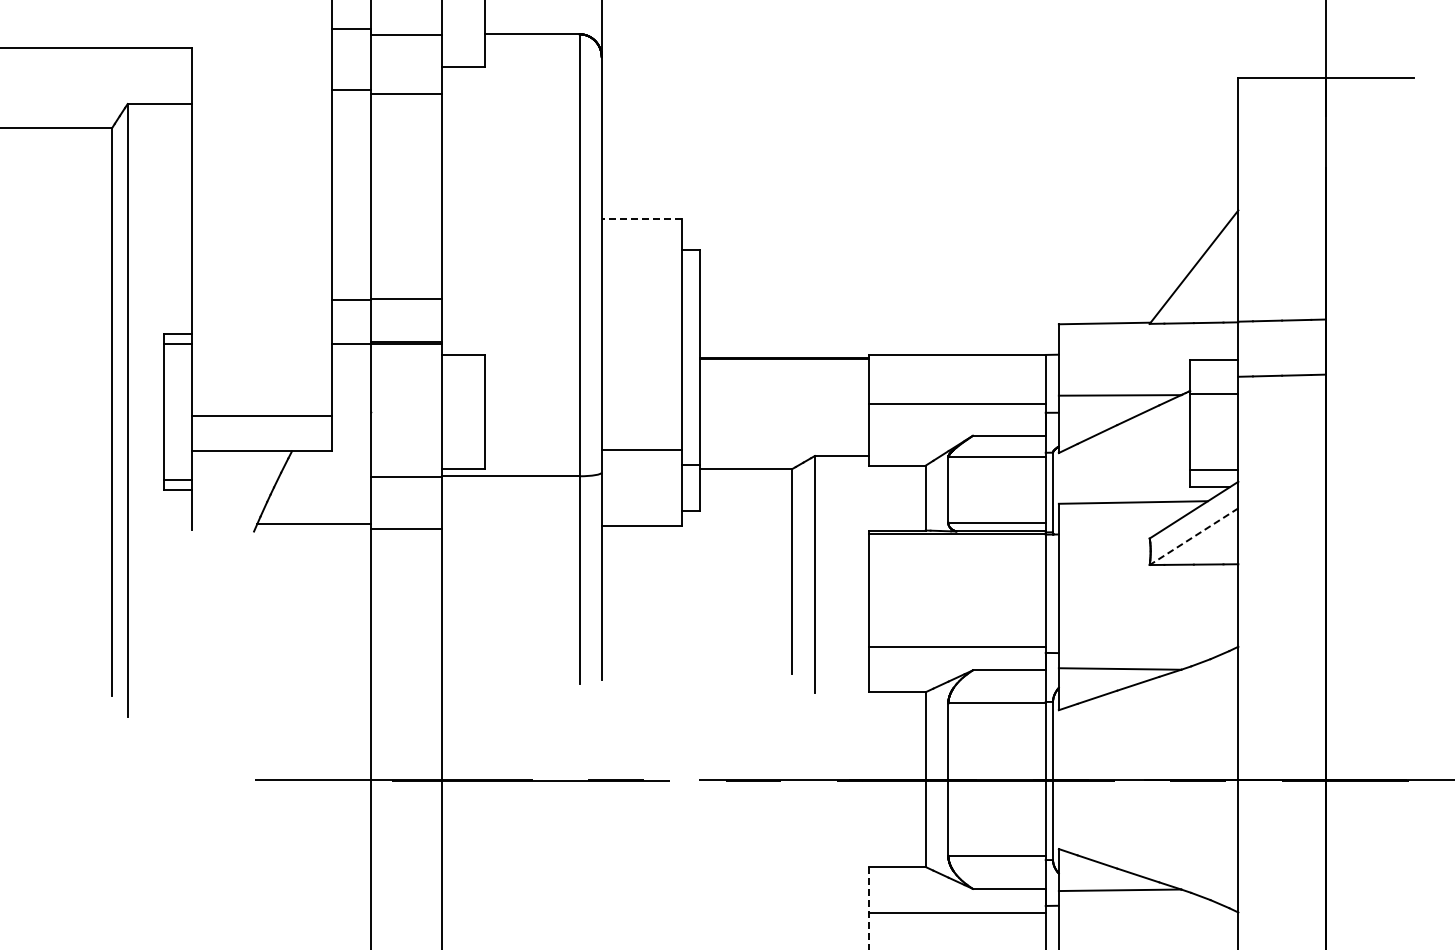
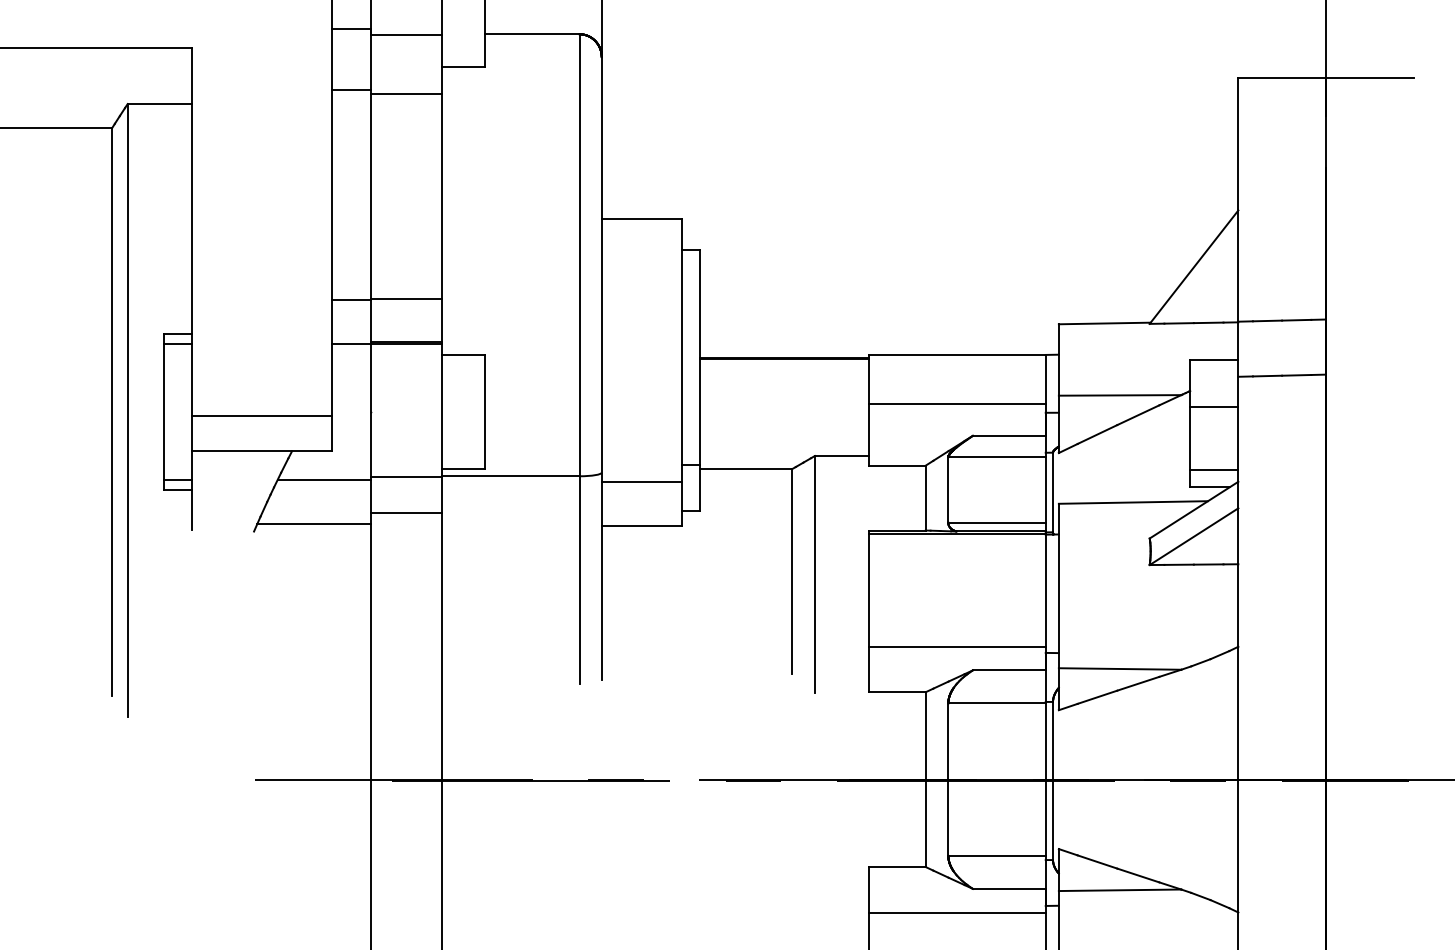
line at (641, 219): dashed -> solid
line at (1214, 393) position: (1214, 393) -> (1214, 406)
line at (641, 450) position: (641, 450) -> (641, 482)
line at (324, 479): none -> present
line at (406, 529) position: (406, 529) -> (406, 513)
line at (1194, 536): dashed -> solid
line at (868, 908): dashed -> solid
